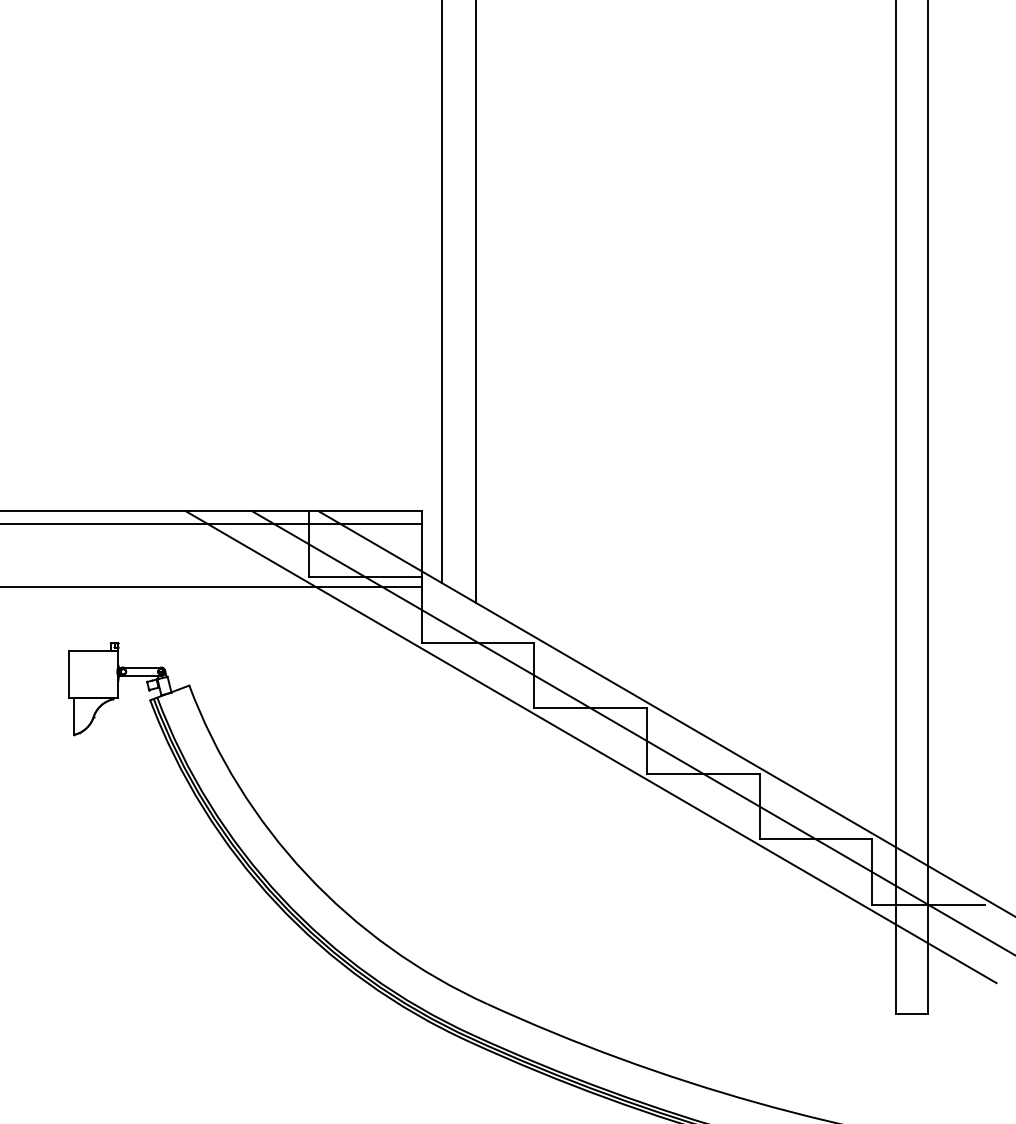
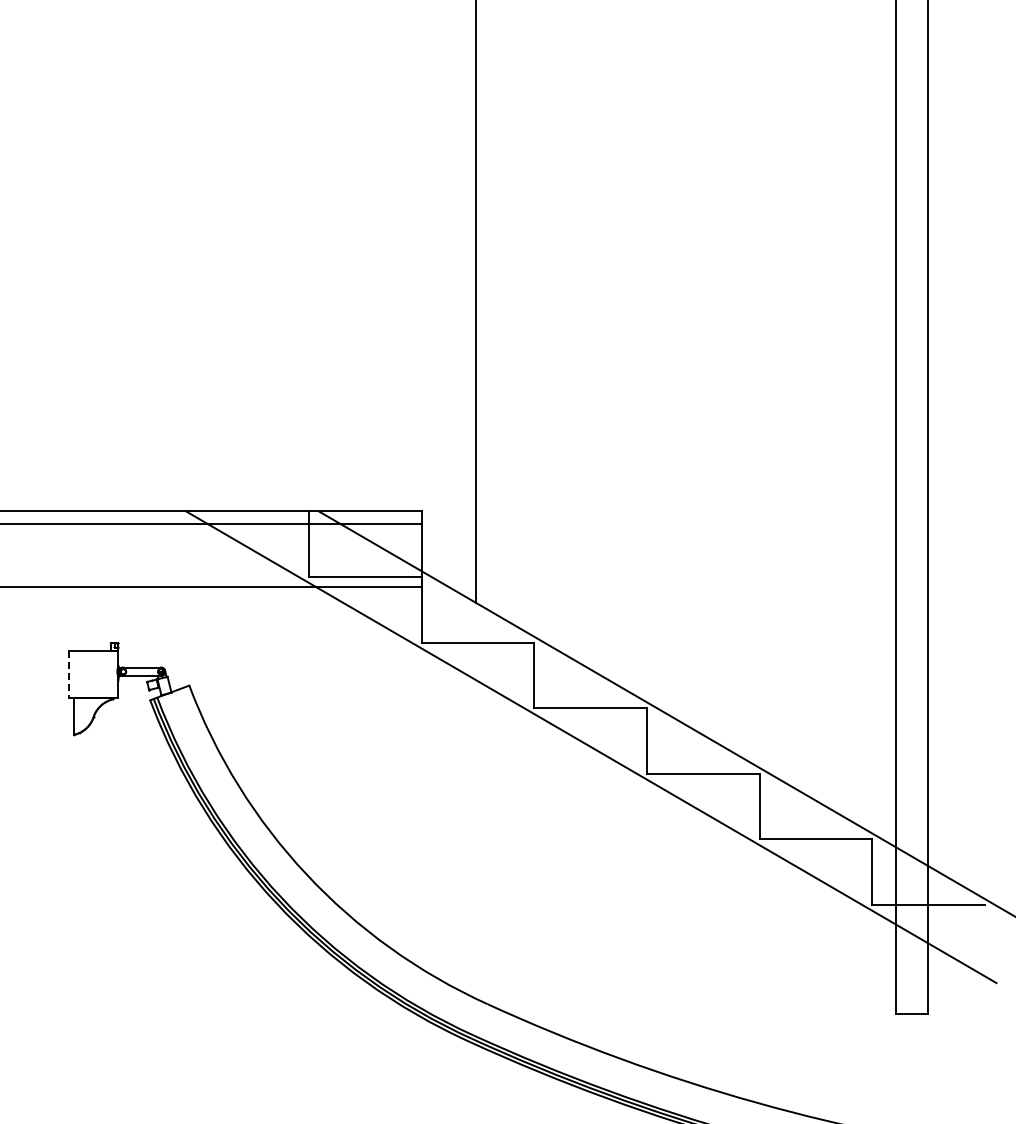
line at (442, 292): present -> none
line at (68, 675): solid -> dashed
line at (632, 732): present -> none
